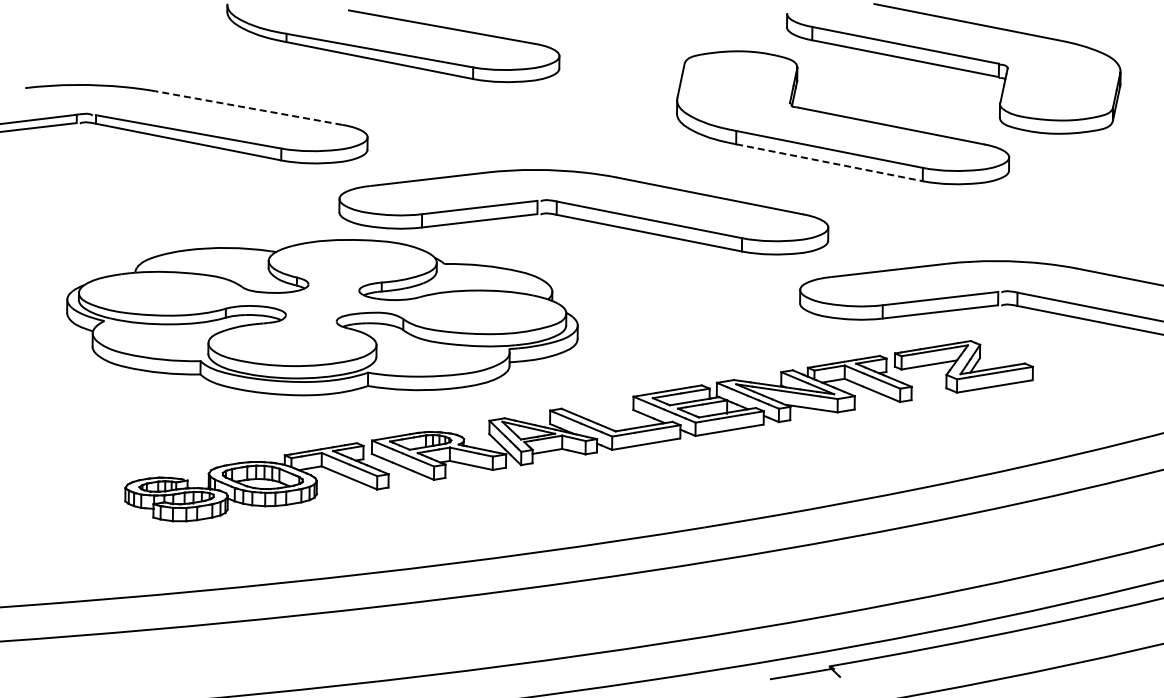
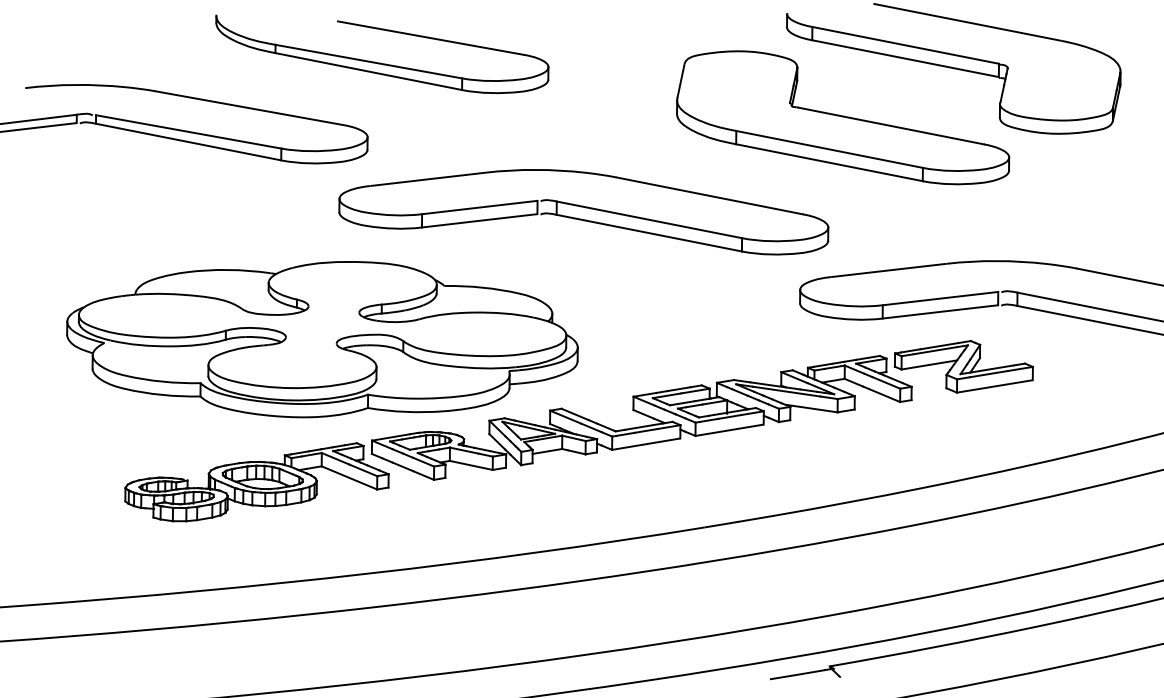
part at (391, 51) position: (391, 51) -> (380, 62)
line at (249, 108): dashed -> solid
line at (829, 162): dashed -> solid
part at (322, 317) position: (322, 317) -> (322, 339)
